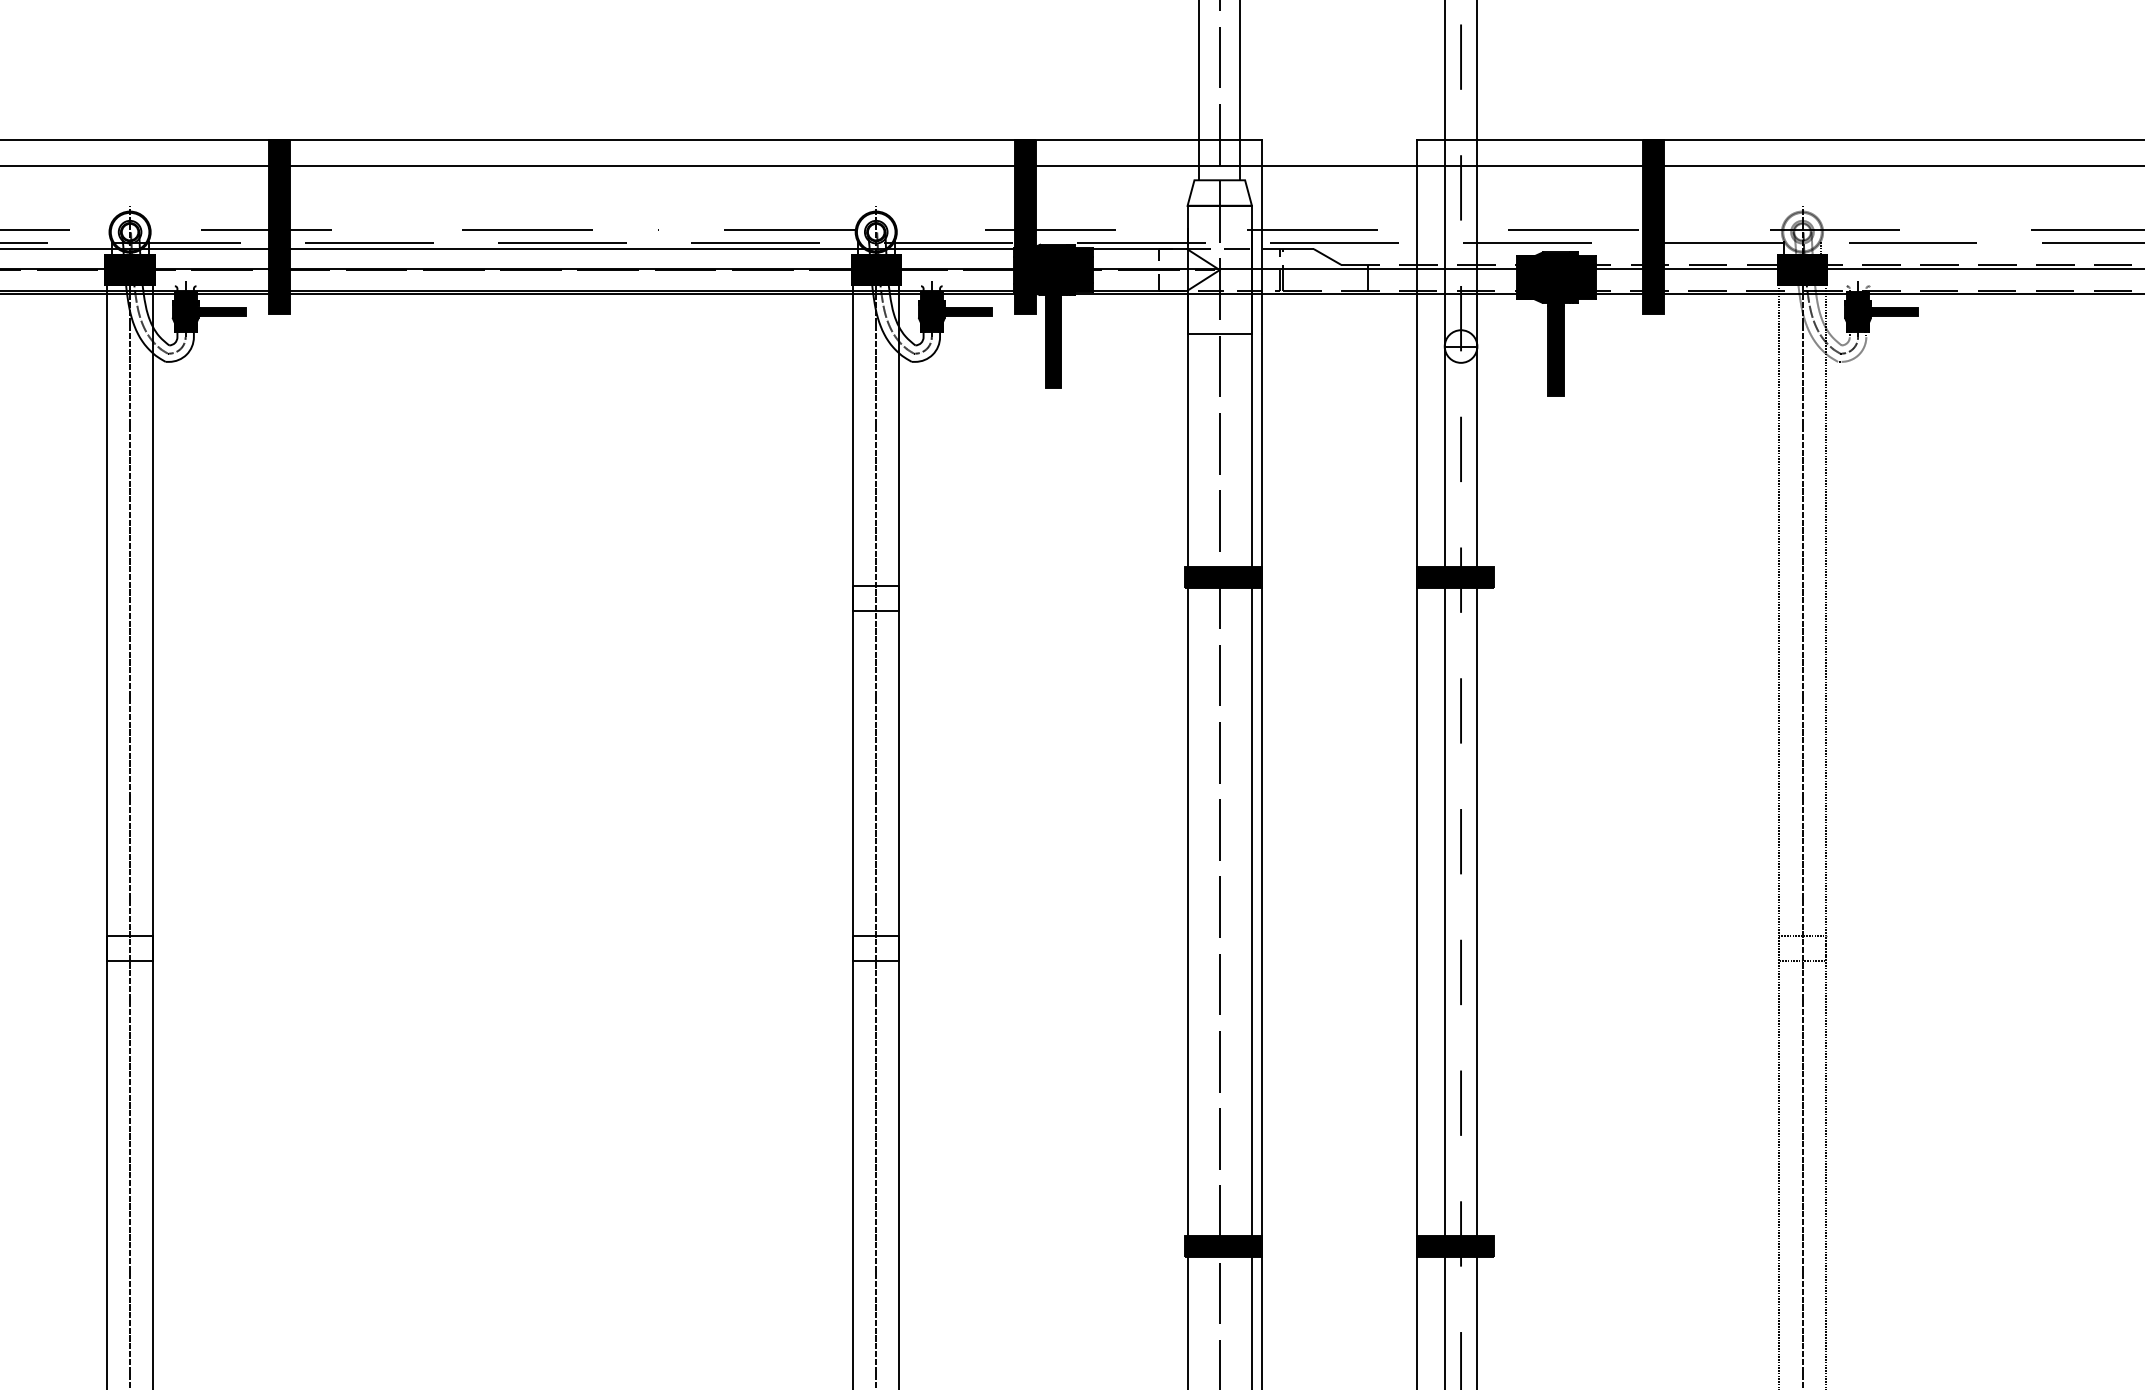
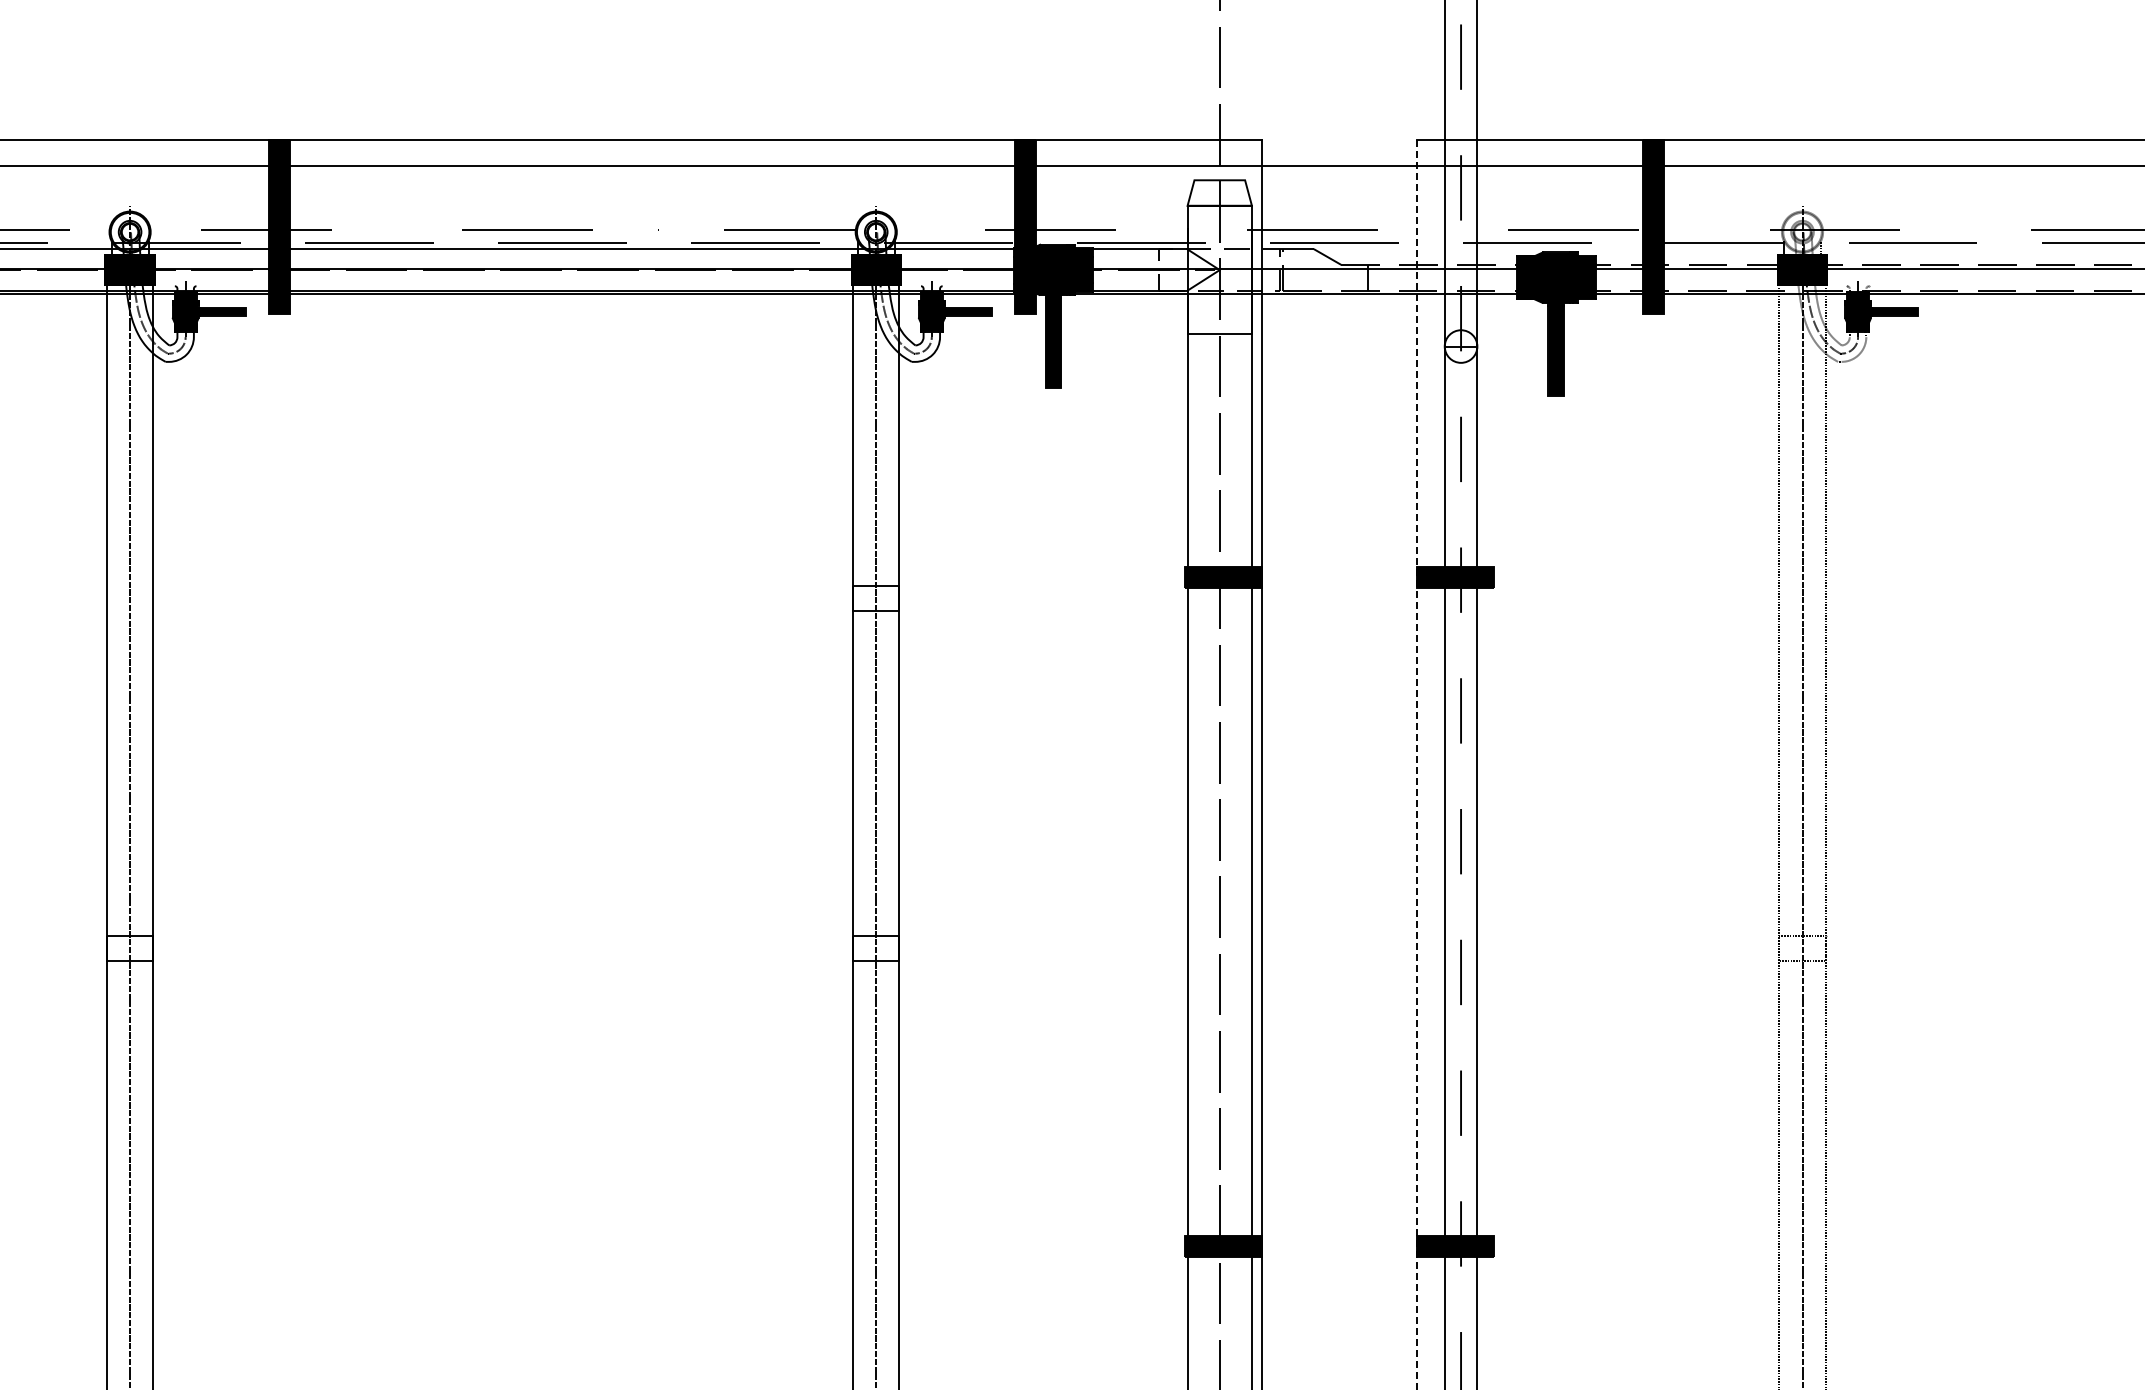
line at (1199, 91): present -> none
line at (1240, 91): present -> none
line at (1416, 764): solid -> dashed
